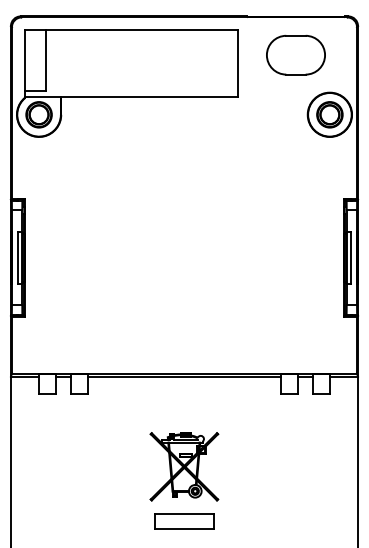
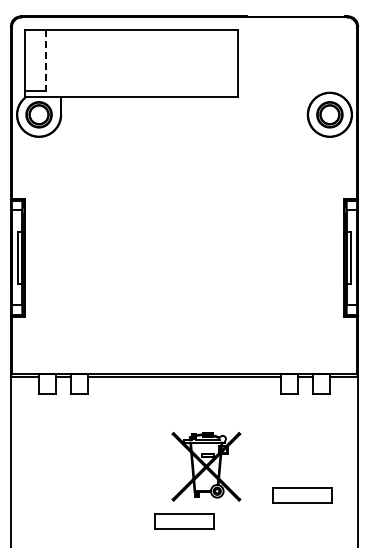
part at (295, 55): present -> none
line at (46, 60): solid -> dashed
part at (184, 466) position: (184, 466) -> (206, 466)
part at (302, 495): none -> present
